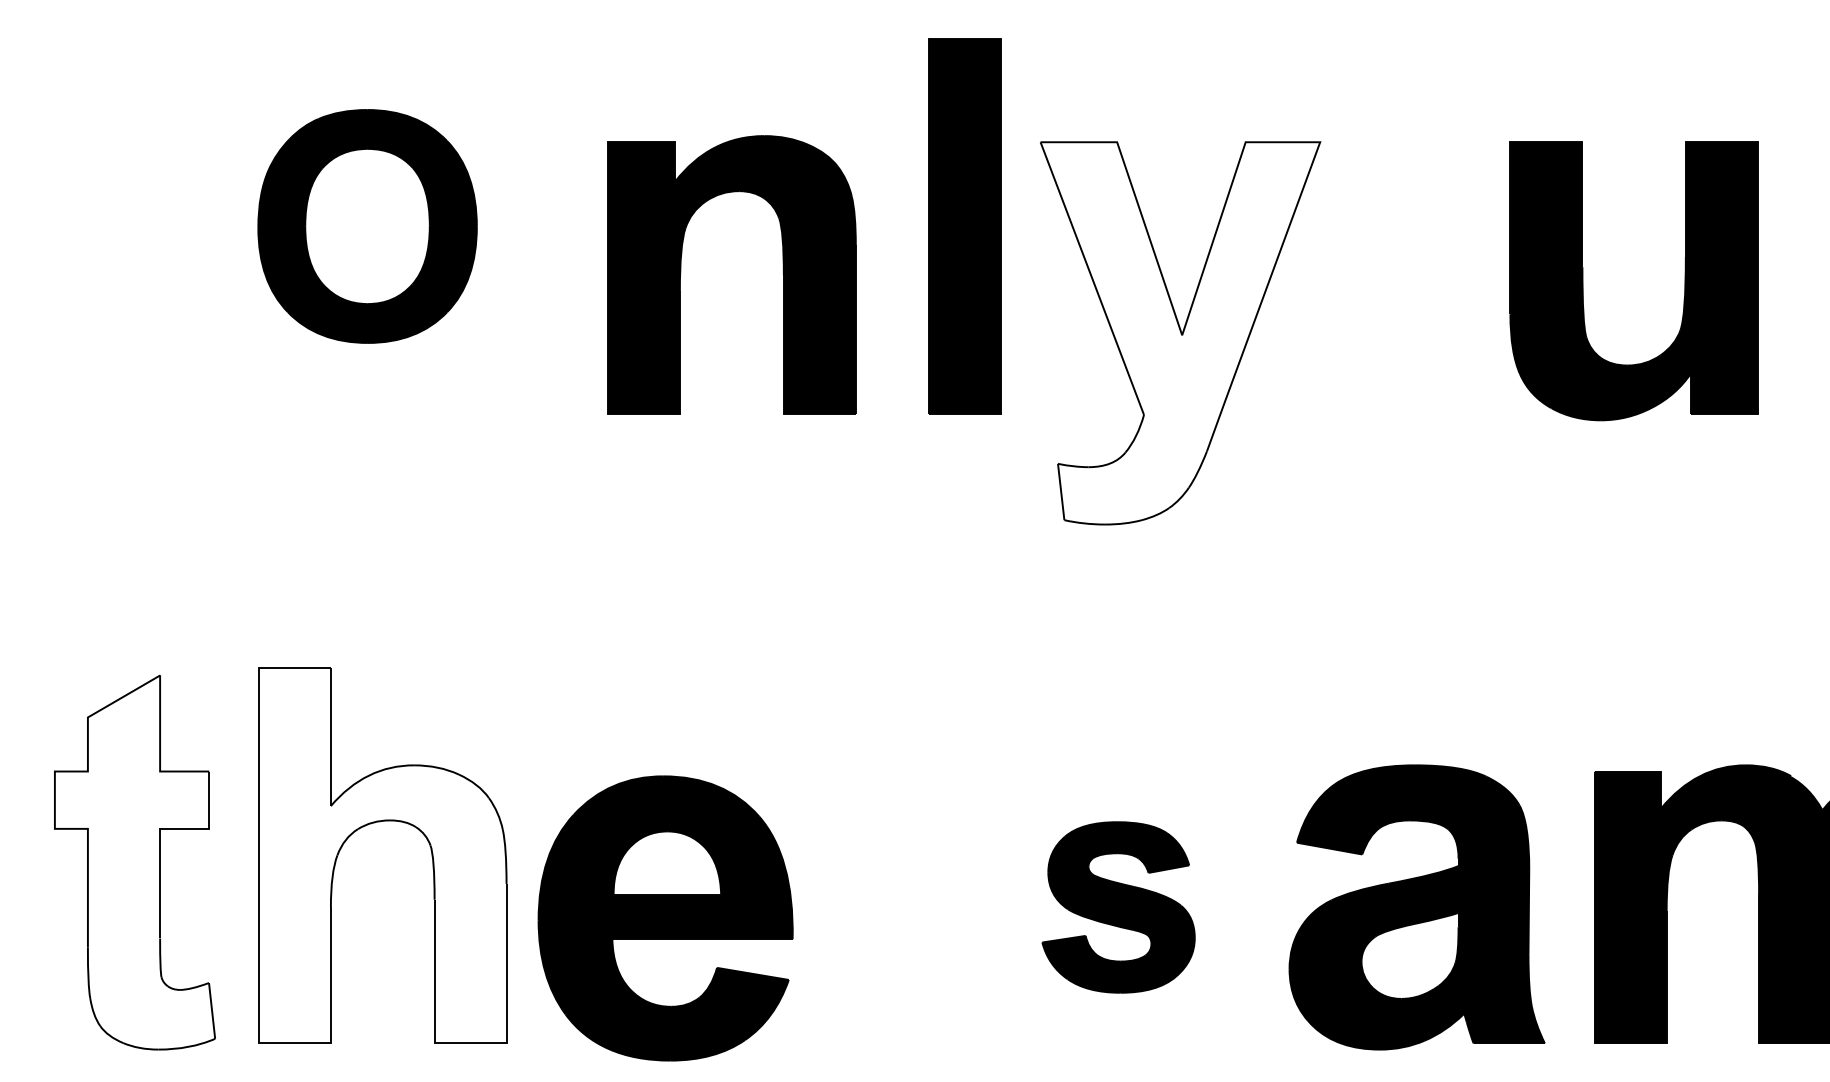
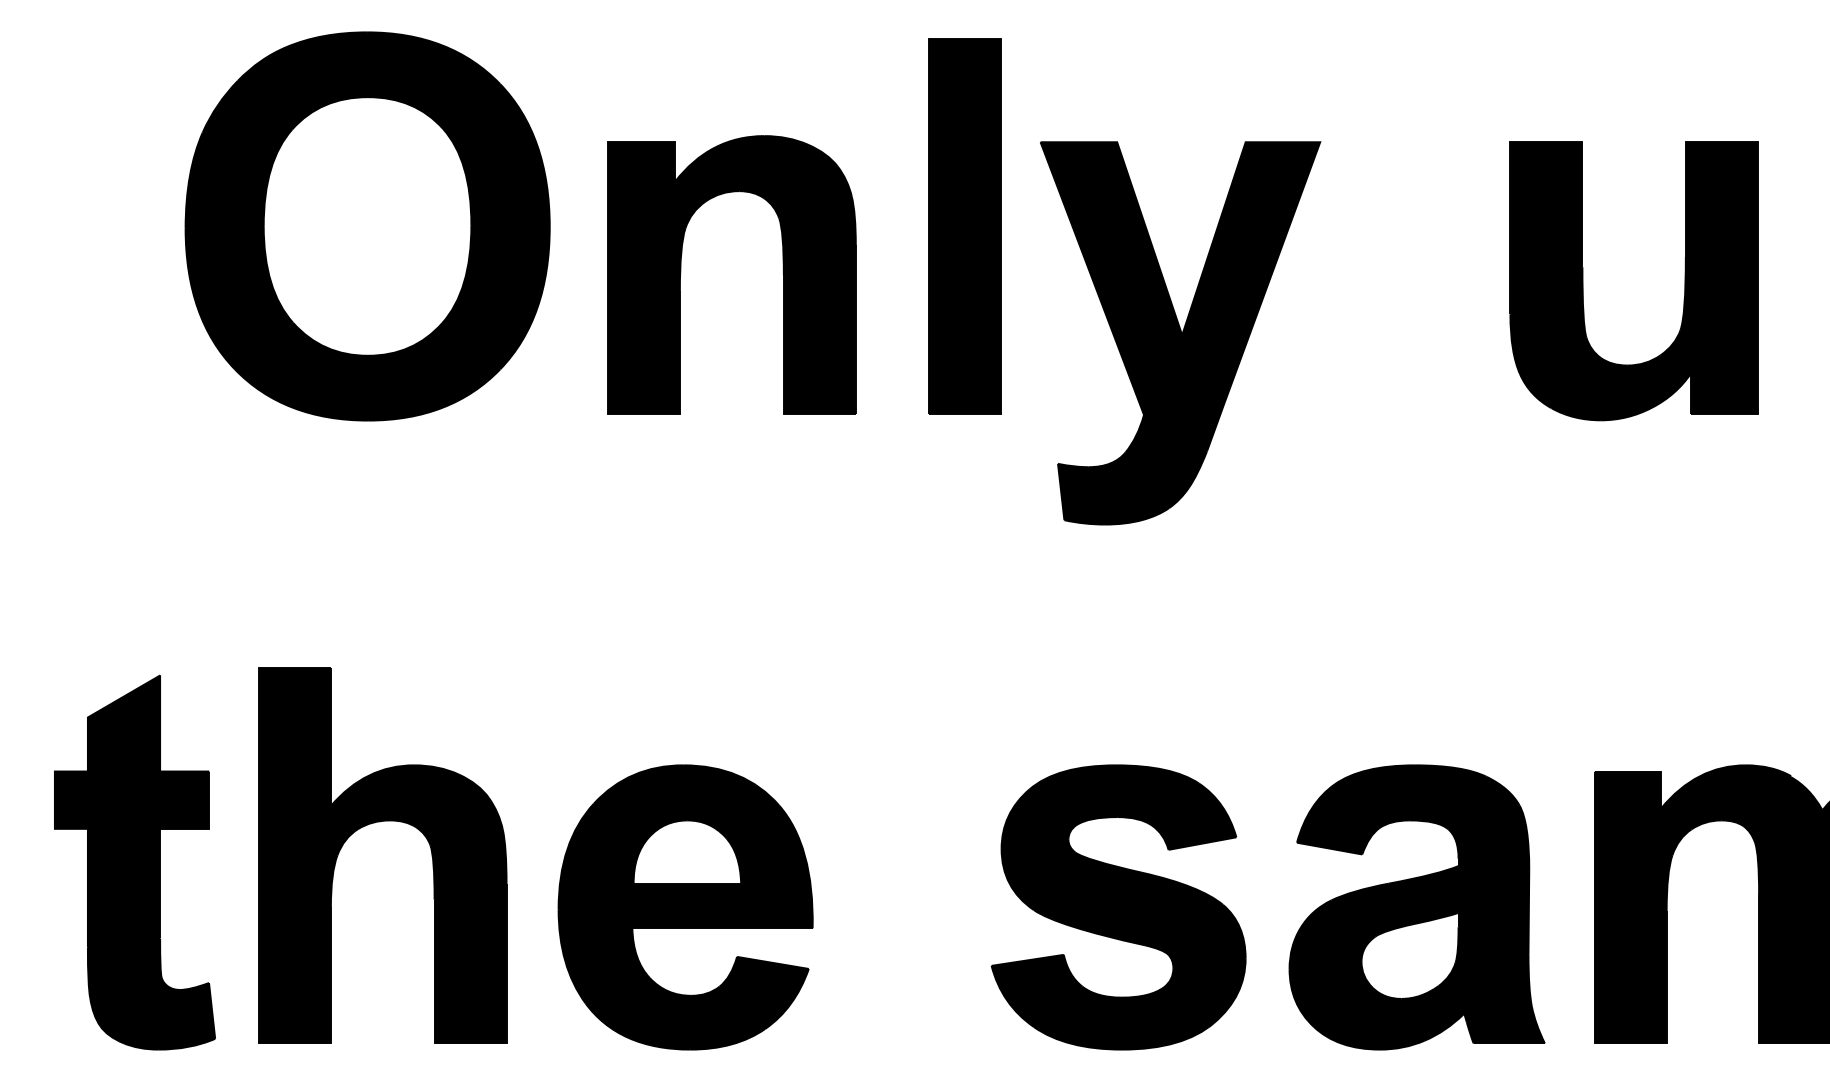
part at (367, 226) size: 221x235 px -> 367x391 px
fill at (1180, 333): none -> present
fill at (382, 855): none -> present
fill at (134, 862): none -> present
part at (1118, 907) size: 155x173 px -> 257x287 px
part at (665, 918) position: (665, 918) -> (685, 907)
